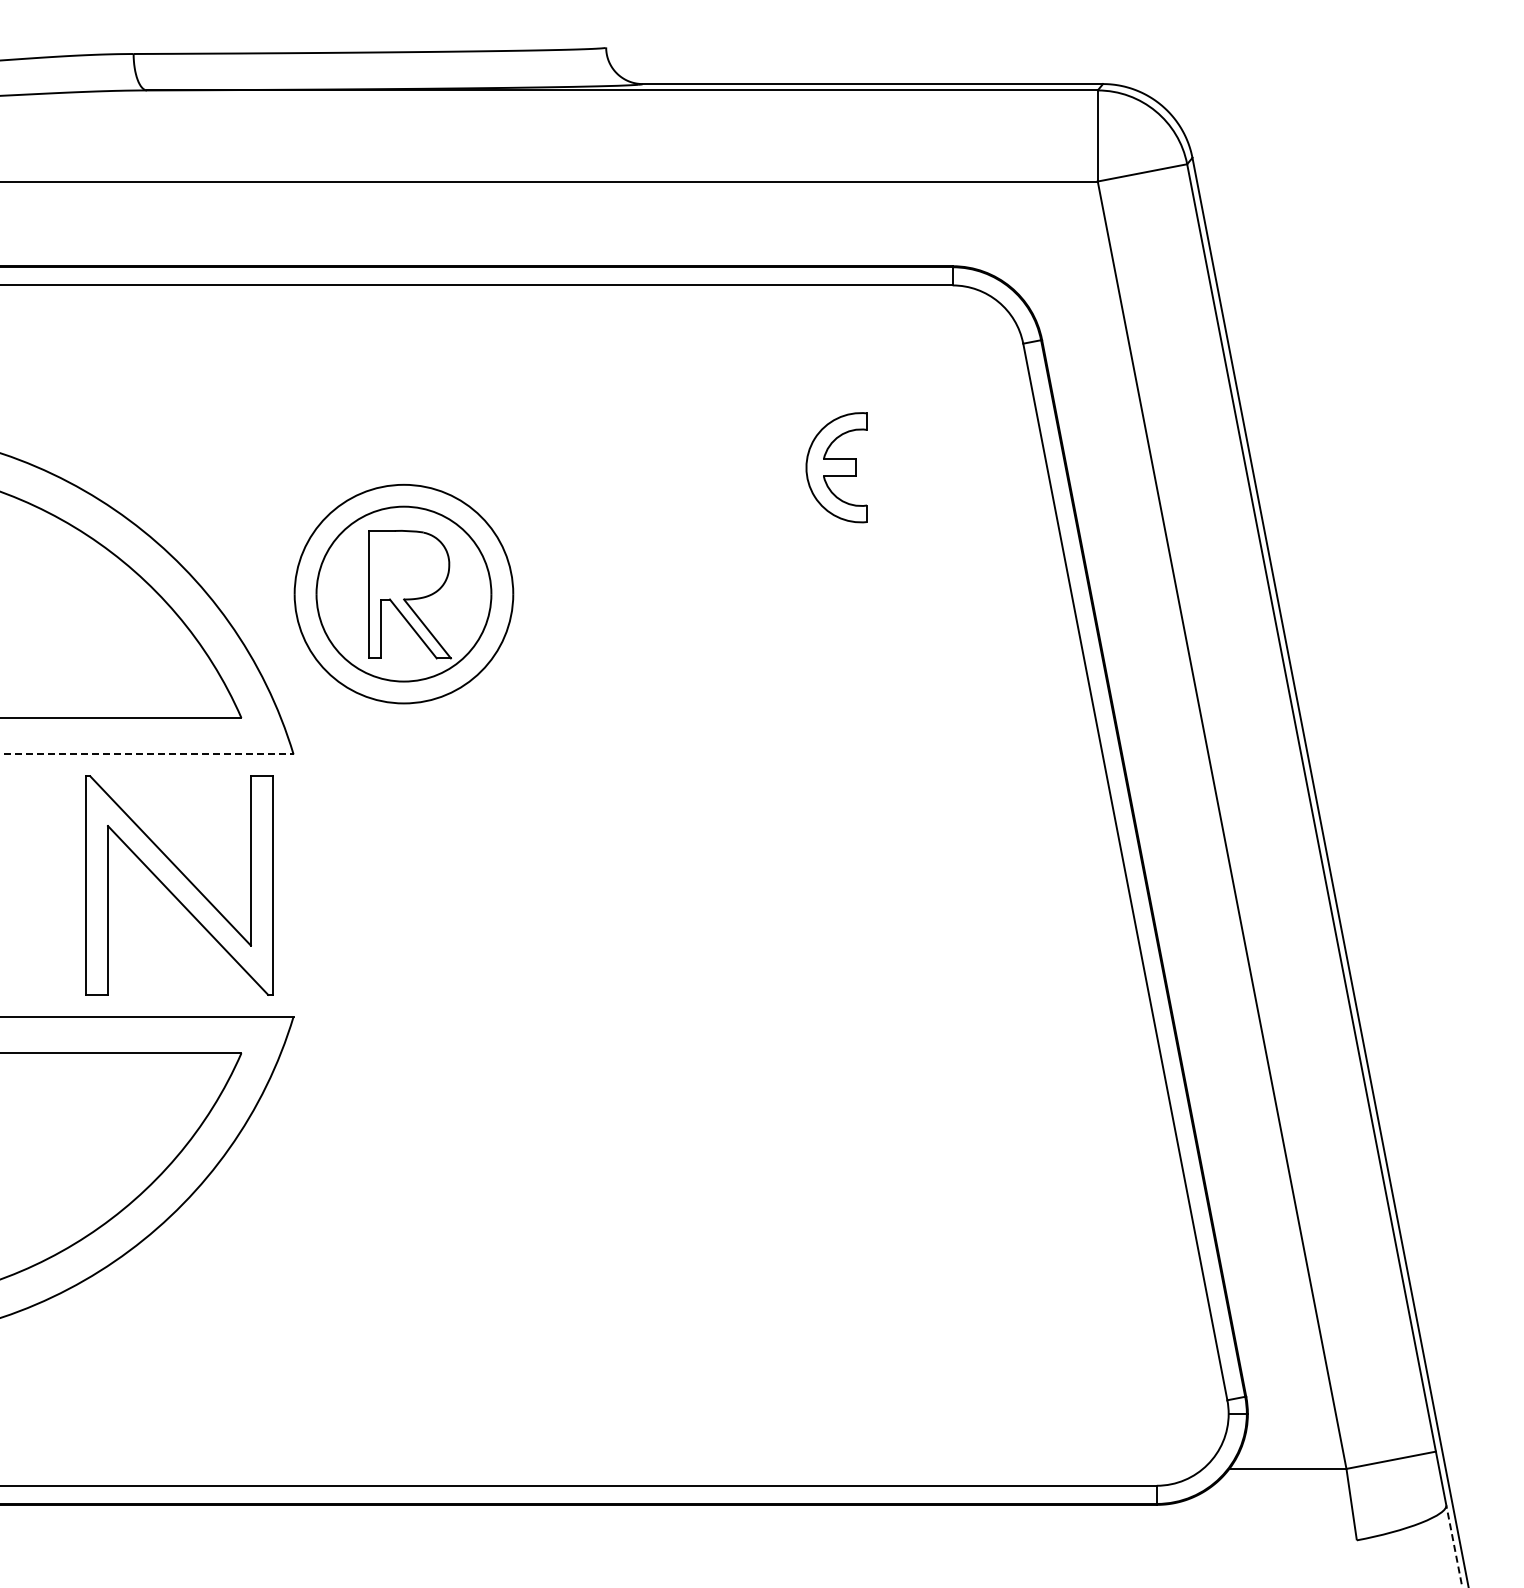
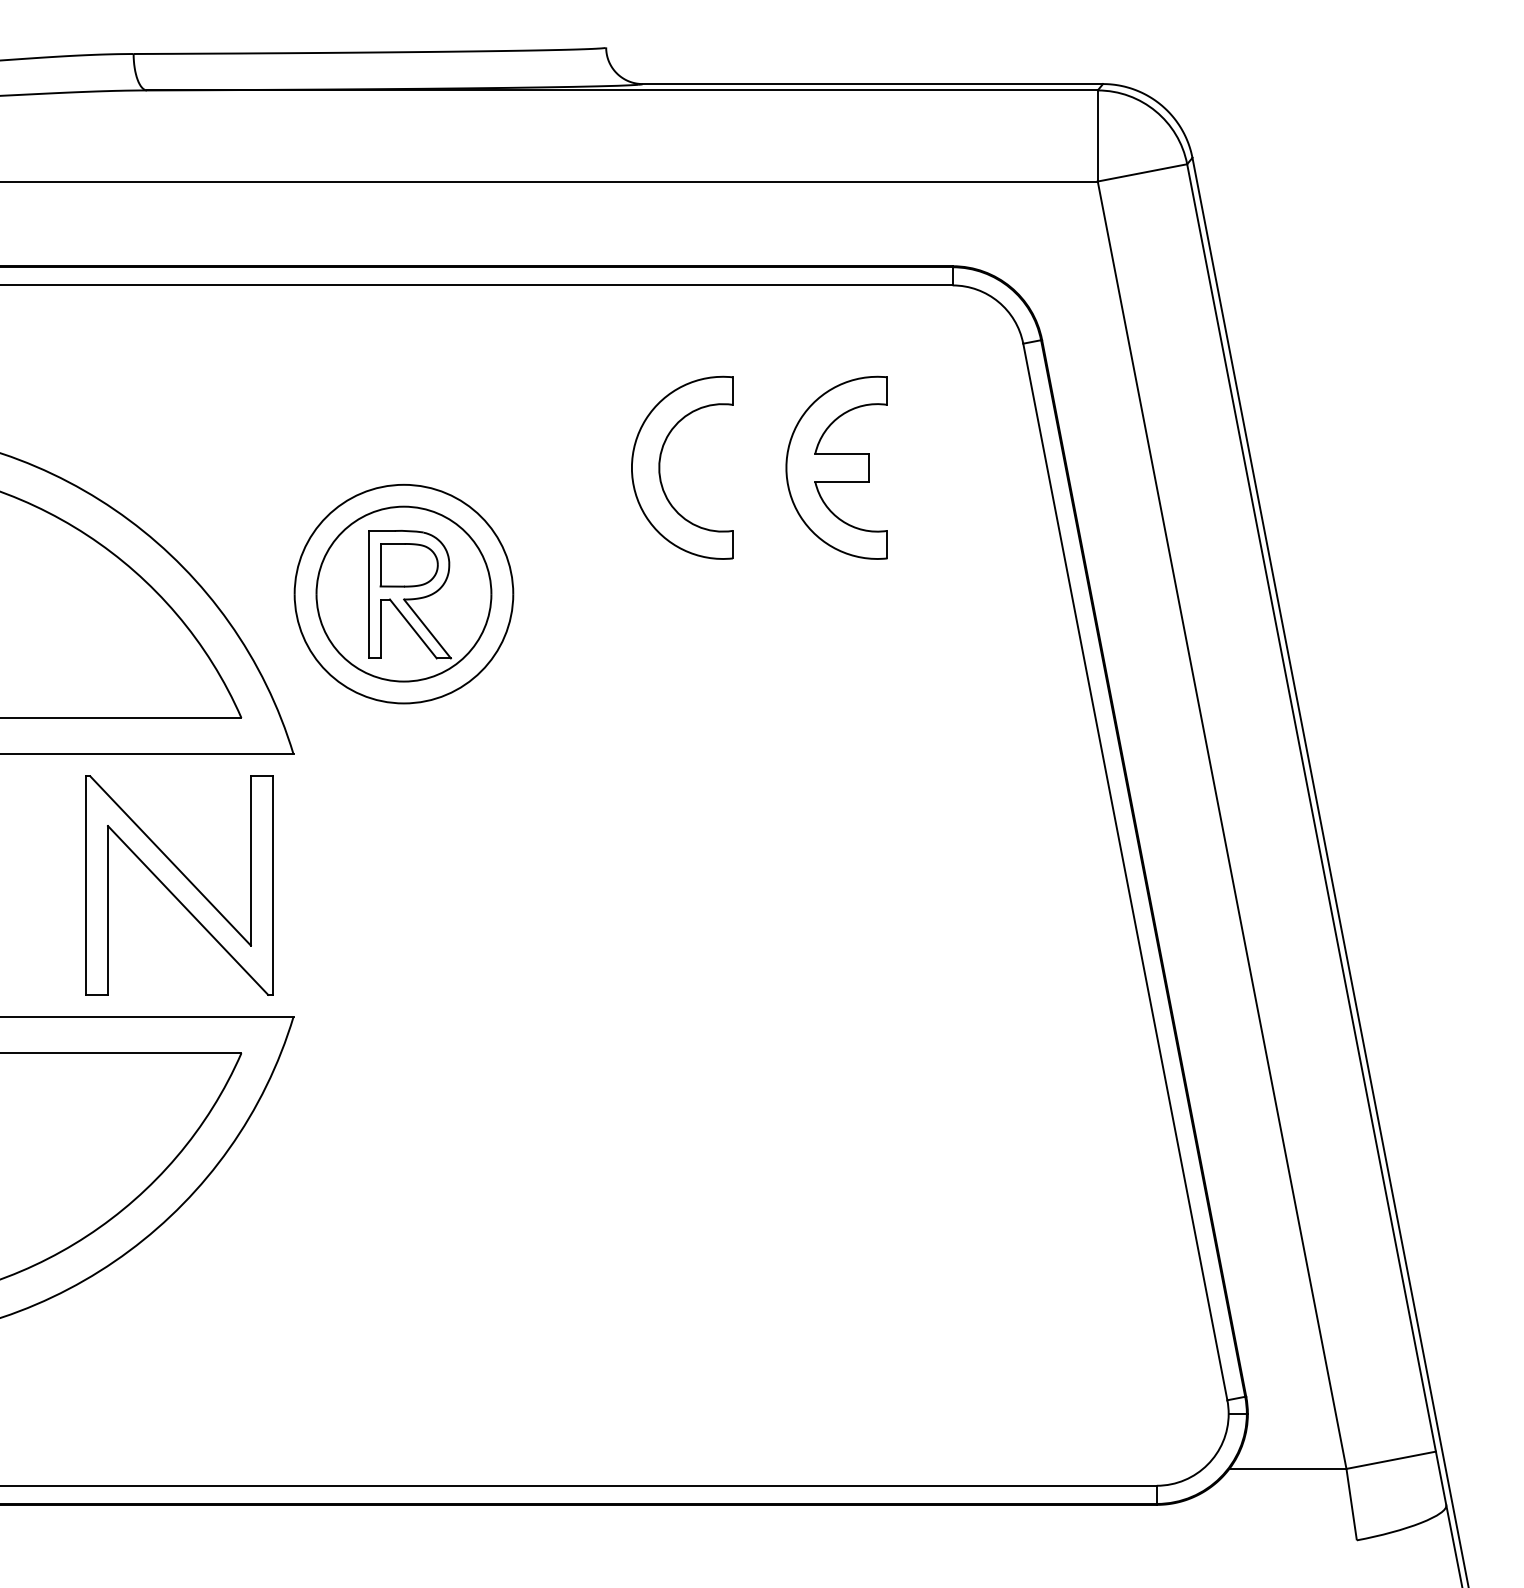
part at (660, 467): none -> present
part at (836, 467) size: 63x112 px -> 103x185 px
part at (408, 565): none -> present
line at (147, 754): dashed -> solid
line at (1454, 1546): dashed -> solid
